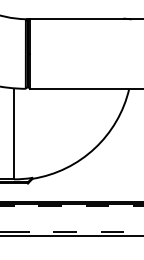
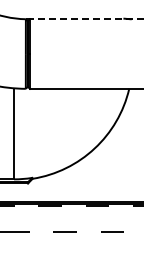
line at (86, 19): solid -> dashed
line at (70, 236): present -> none
